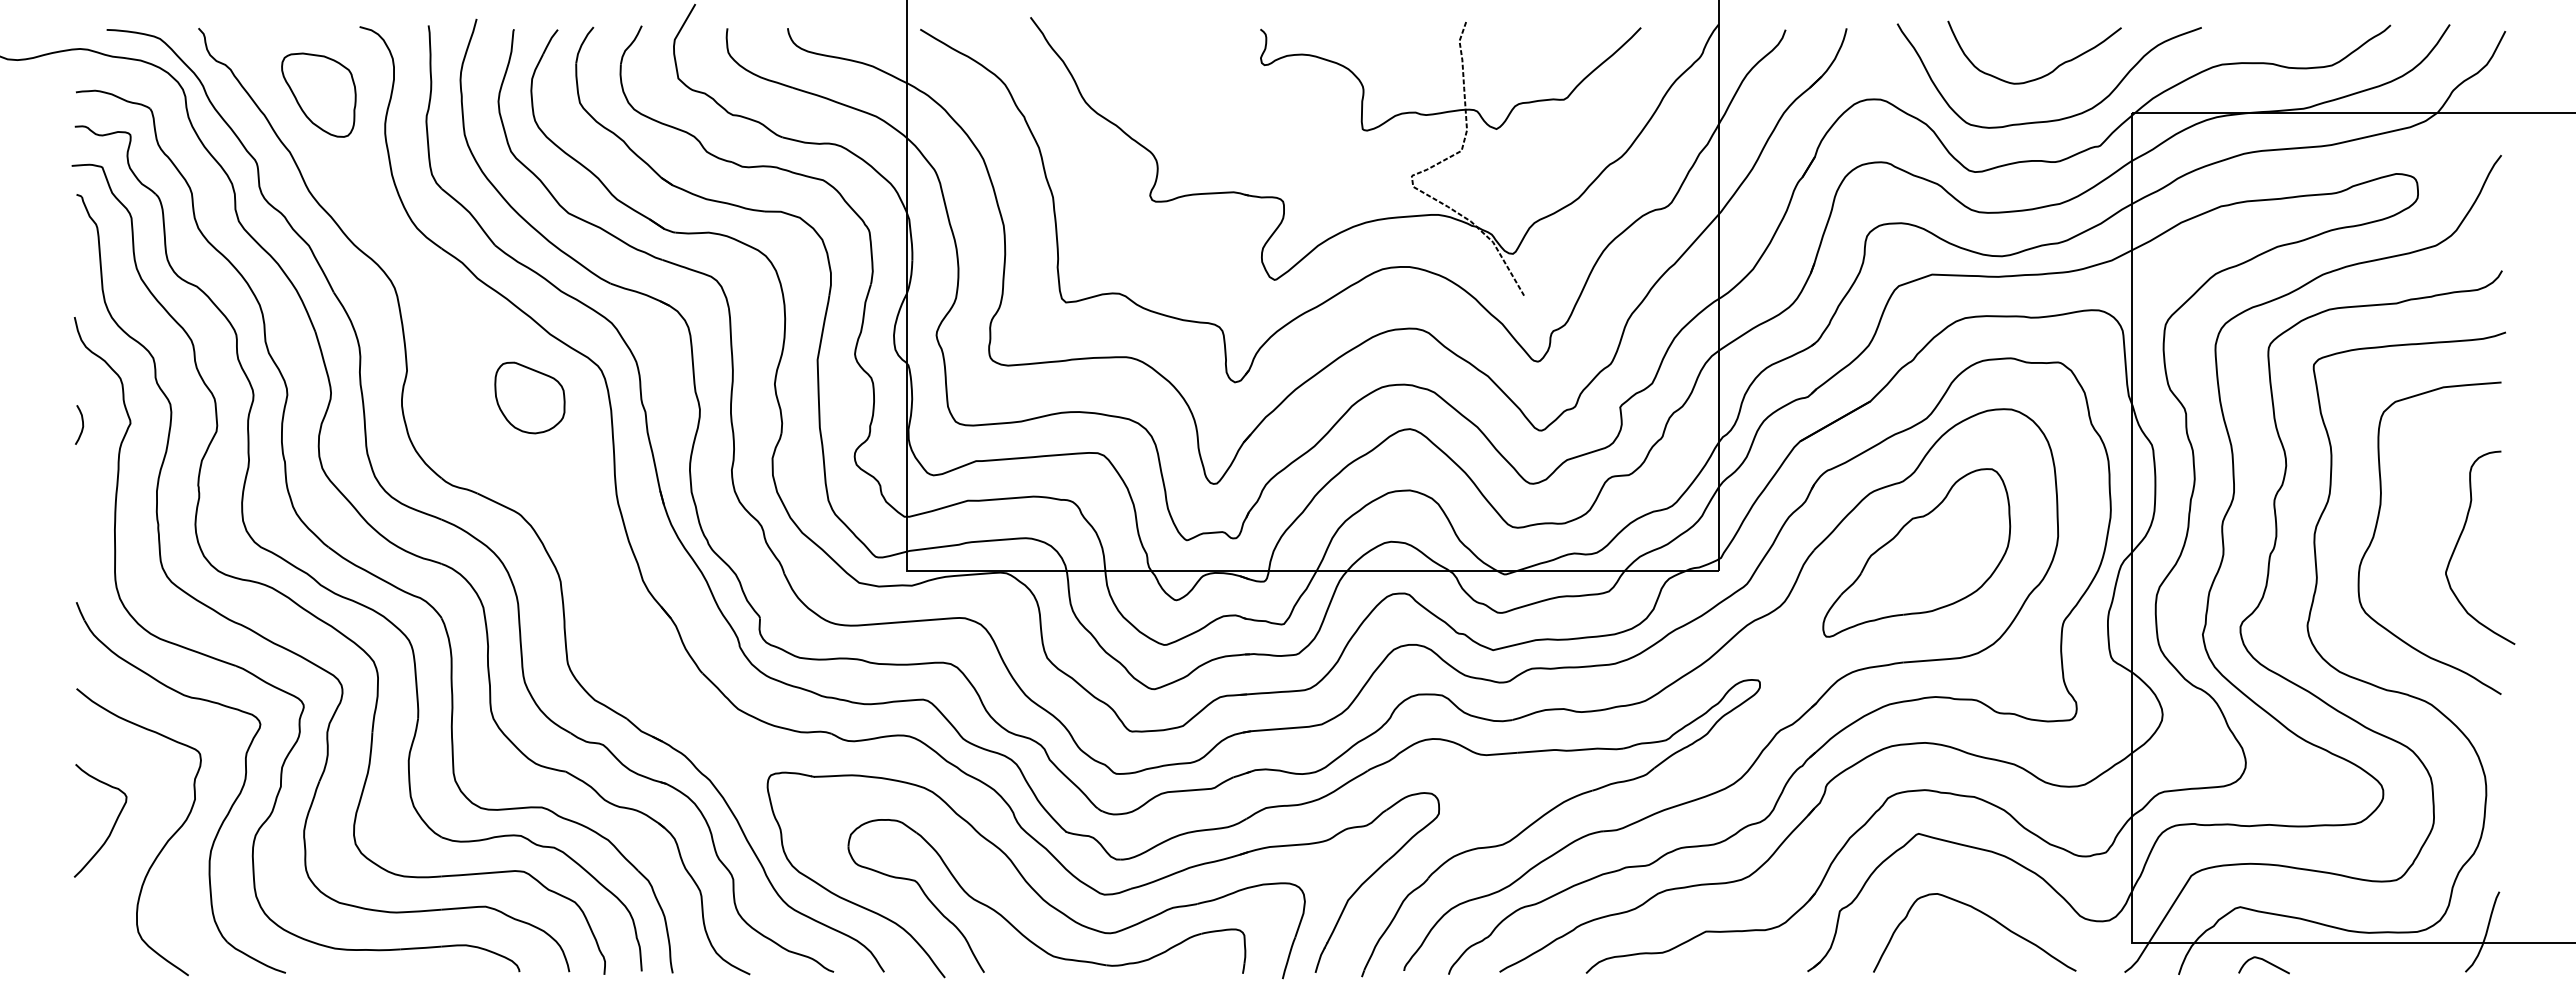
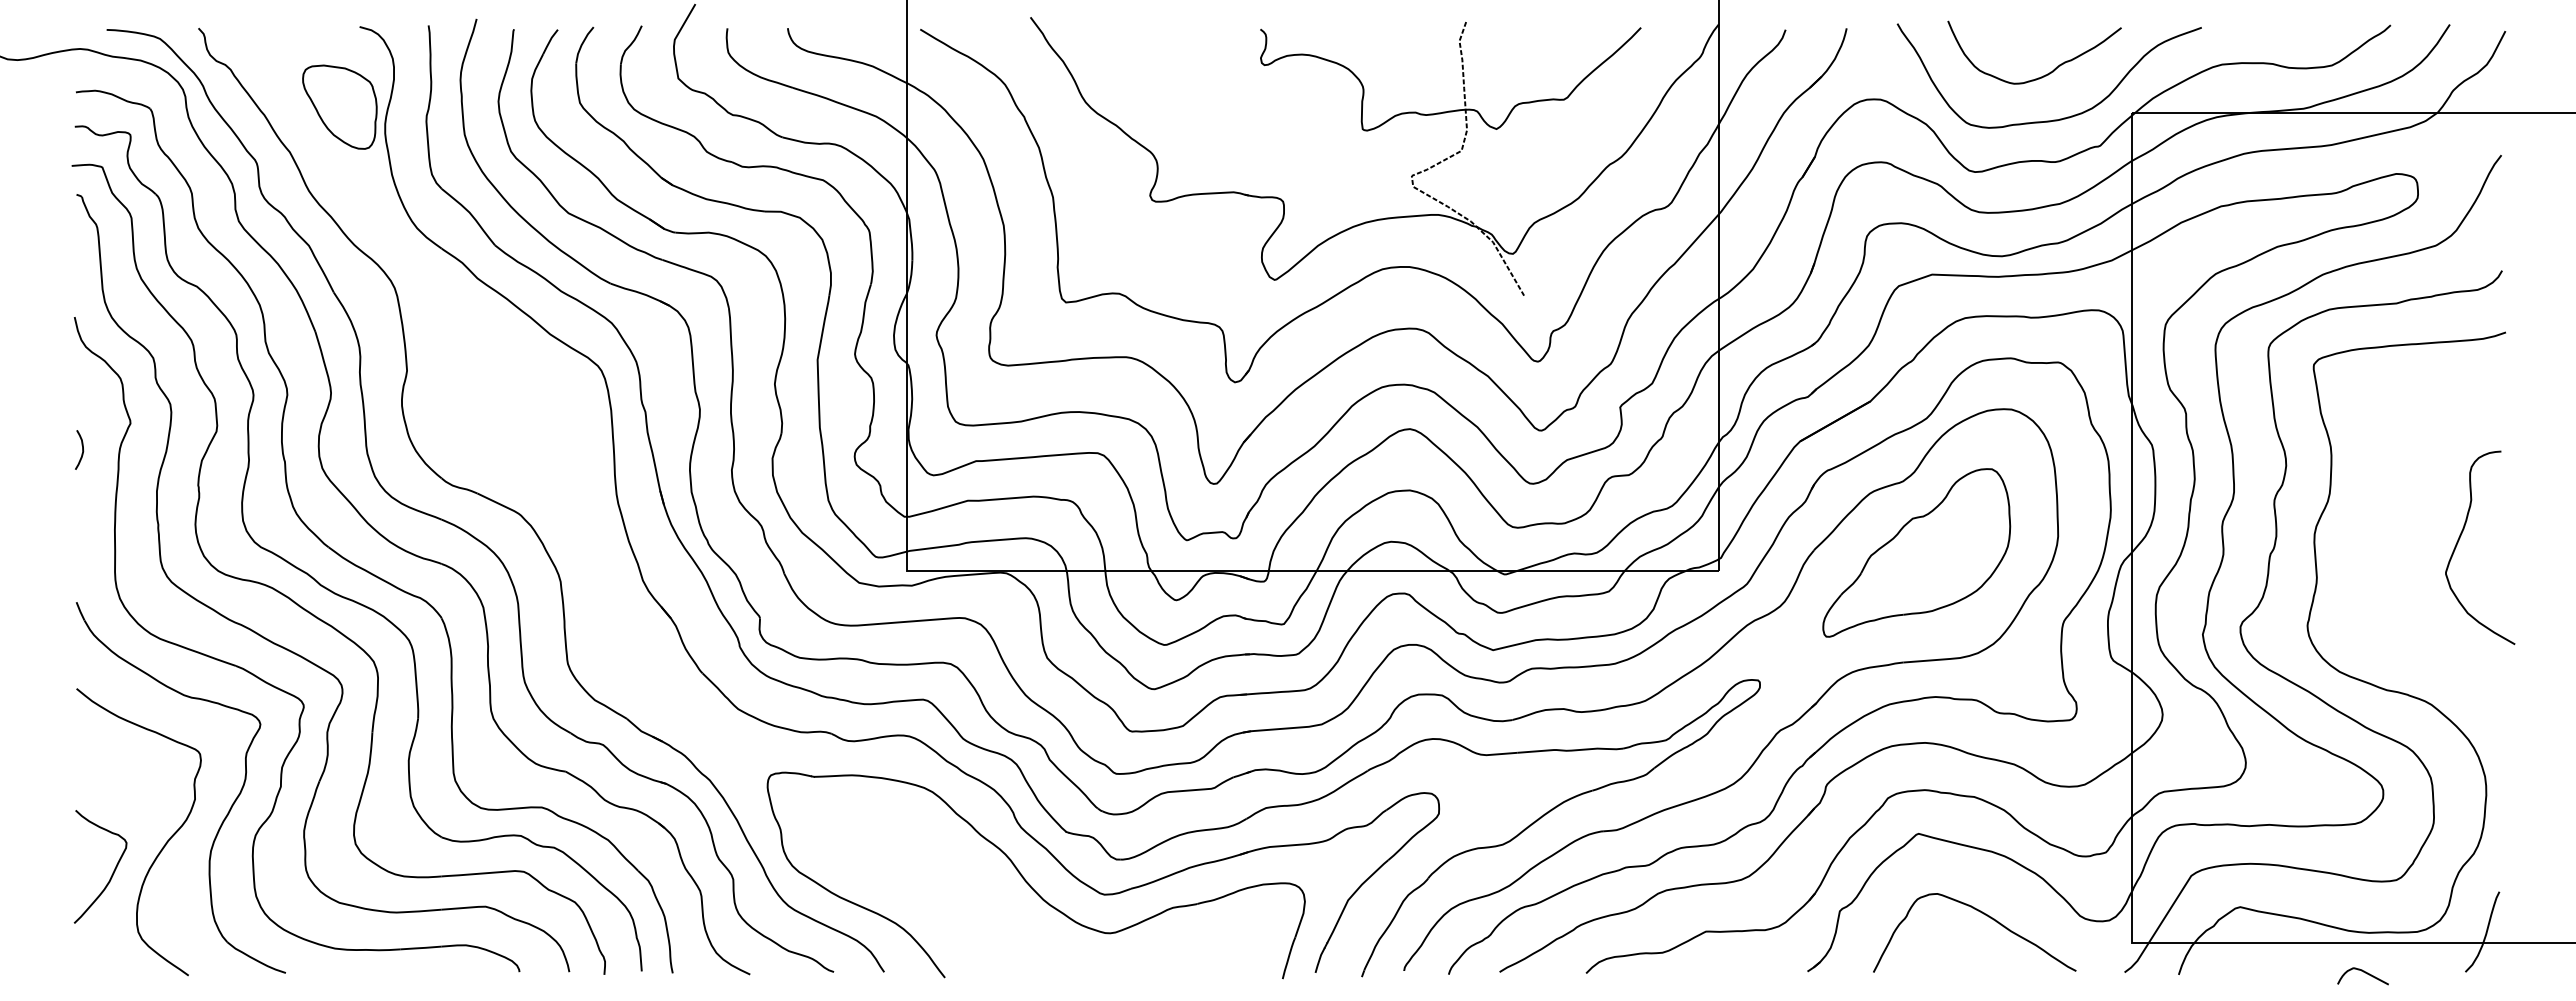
part at (318, 94) position: (318, 94) -> (339, 106)
part at (529, 397): present -> none
curve at (82, 424) position: (82, 424) -> (82, 449)
curve at (2377, 525): present -> none
curve at (112, 826) position: (112, 826) -> (112, 872)
part at (1018, 929): present -> none
curve at (2264, 961) position: (2264, 961) -> (2363, 972)
